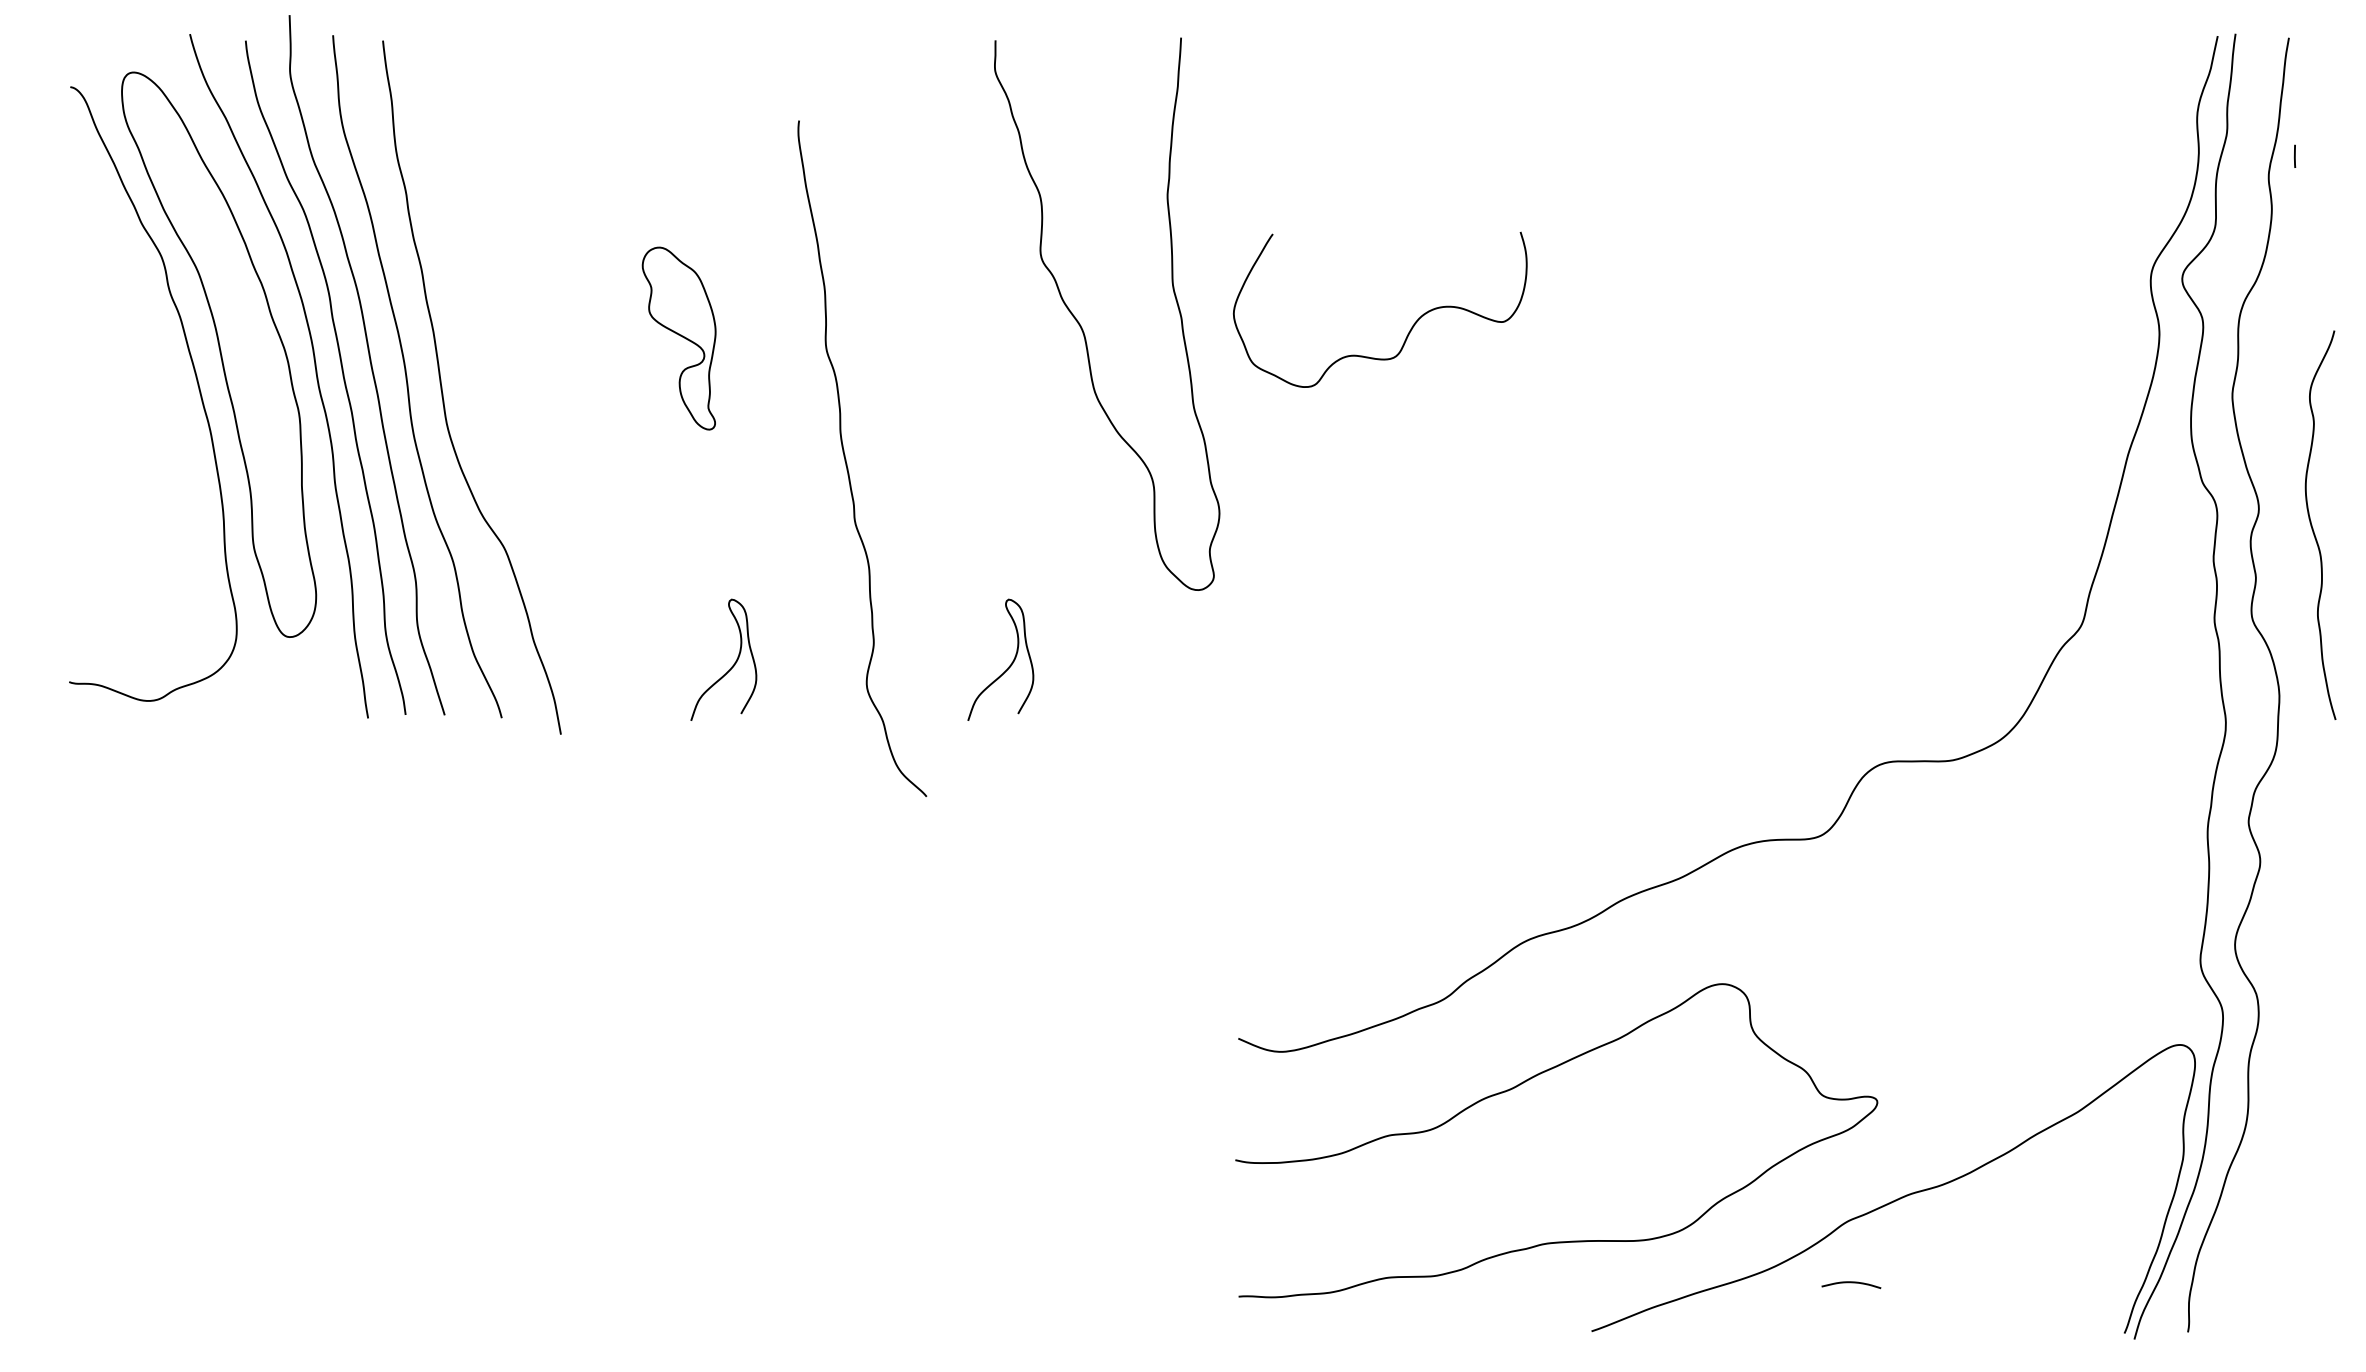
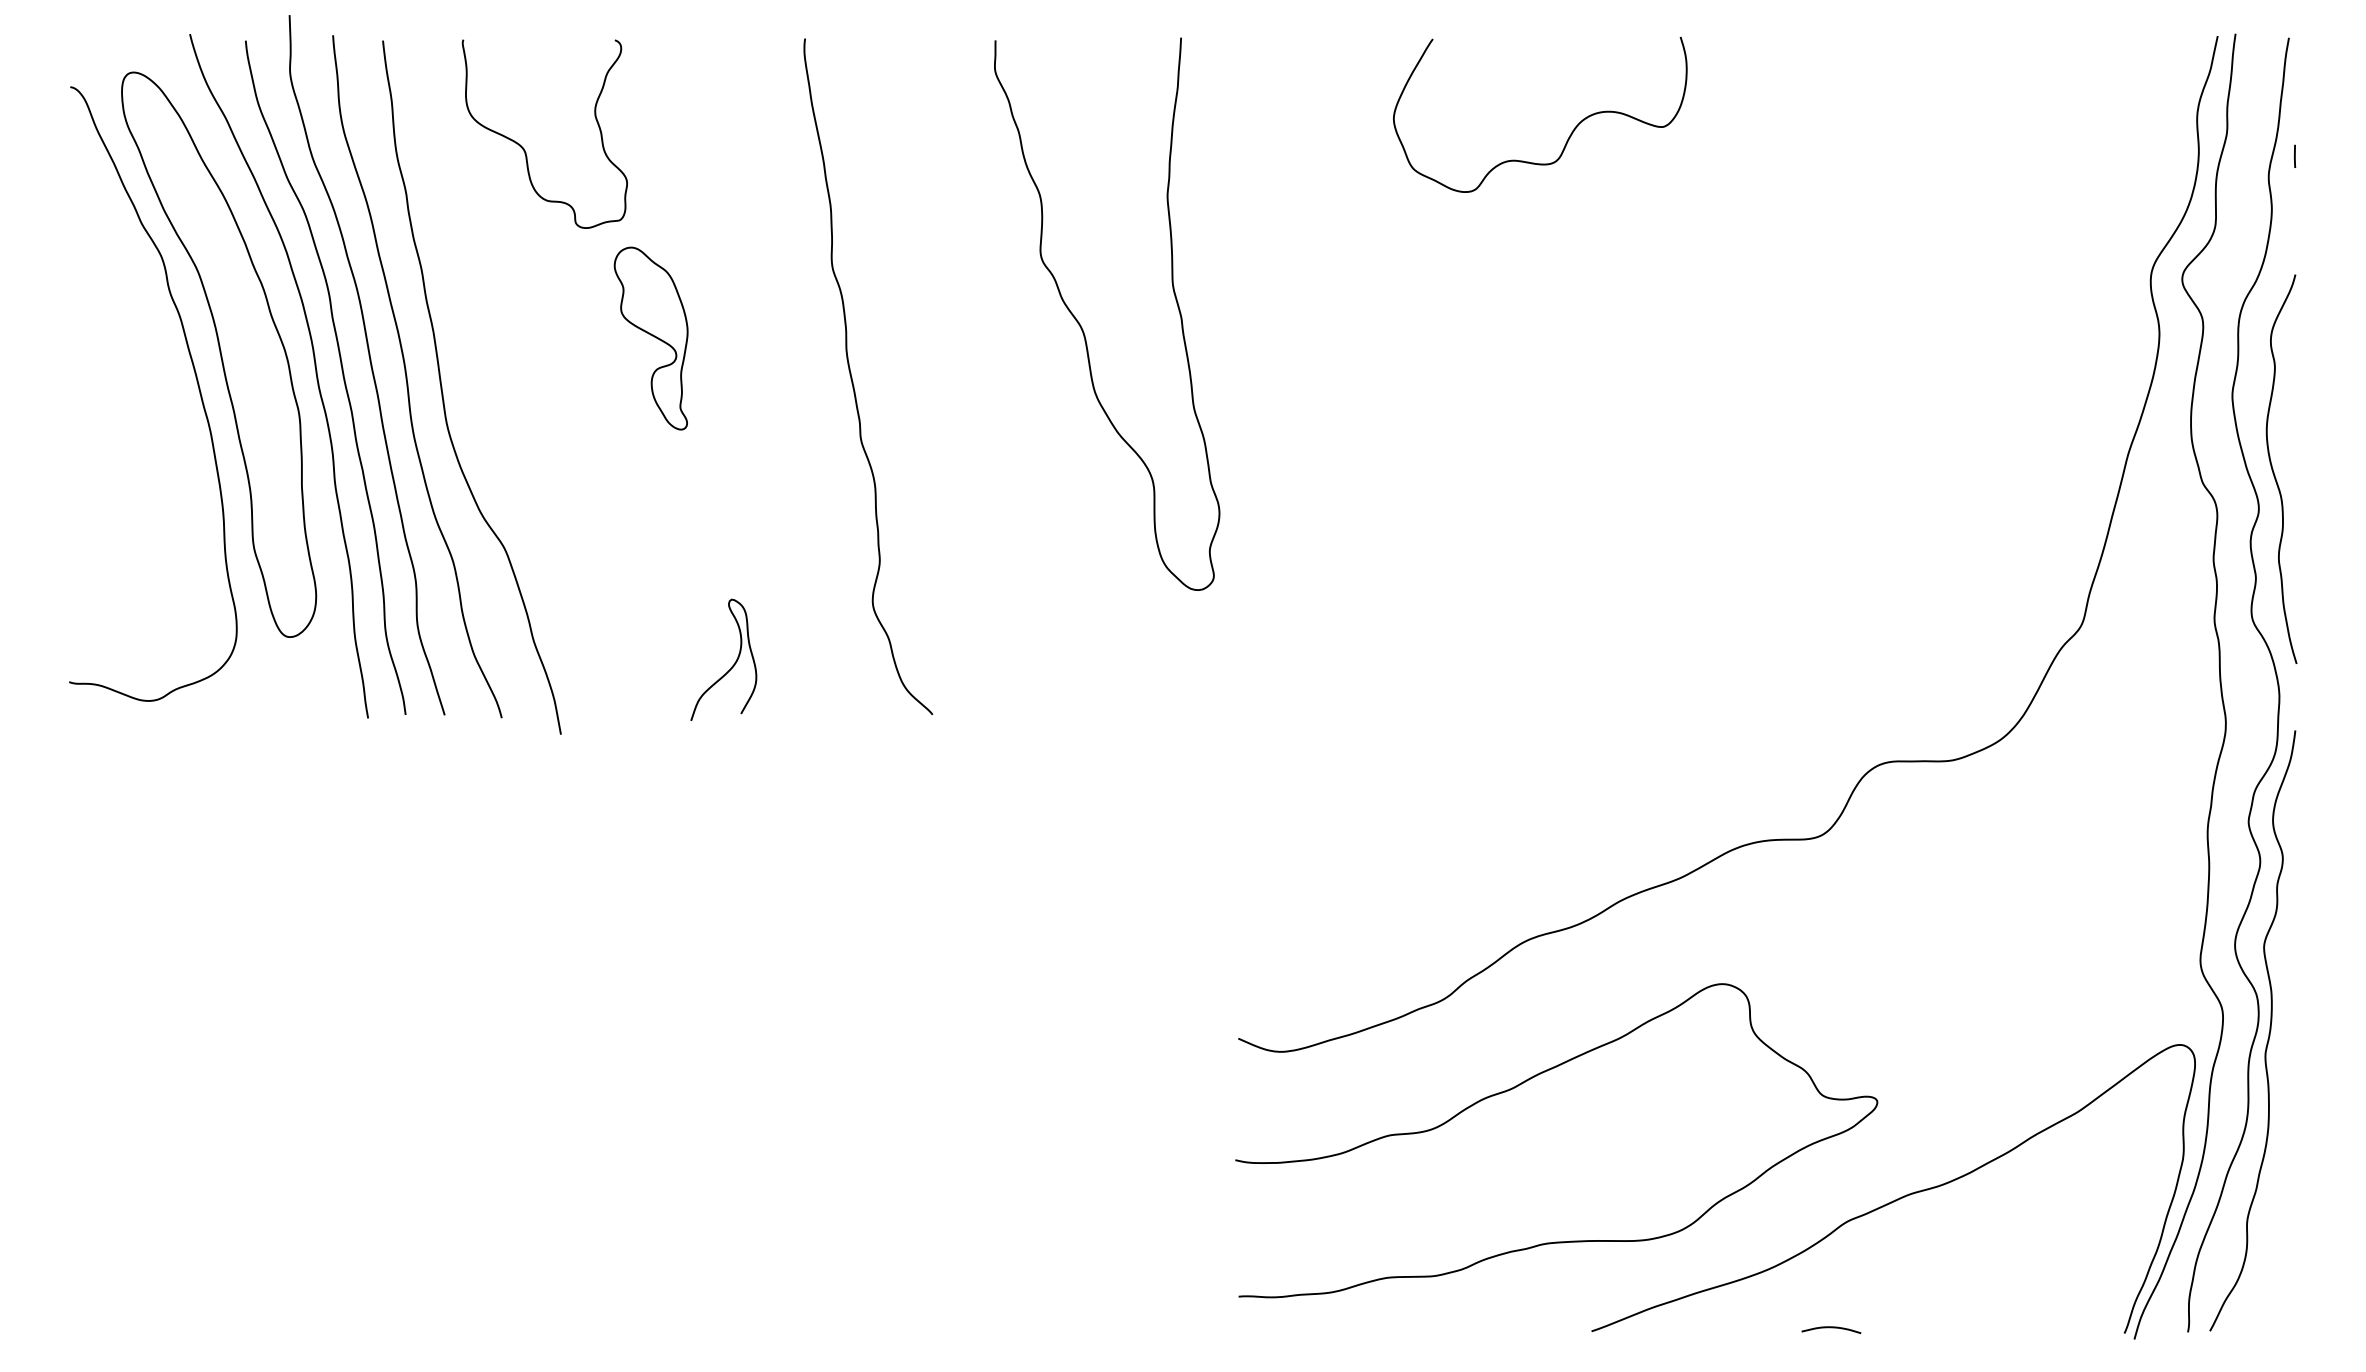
curve at (524, 148): none -> present
curve at (1410, 328) position: (1410, 328) -> (1570, 133)
part at (678, 338) position: (678, 338) -> (650, 338)
curve at (847, 463) position: (847, 463) -> (853, 381)
curve at (2312, 524) position: (2312, 524) -> (2273, 468)
curve at (1008, 666): present -> none
curve at (2268, 1033): none -> present
curve at (1851, 1283) position: (1851, 1283) -> (1831, 1328)
